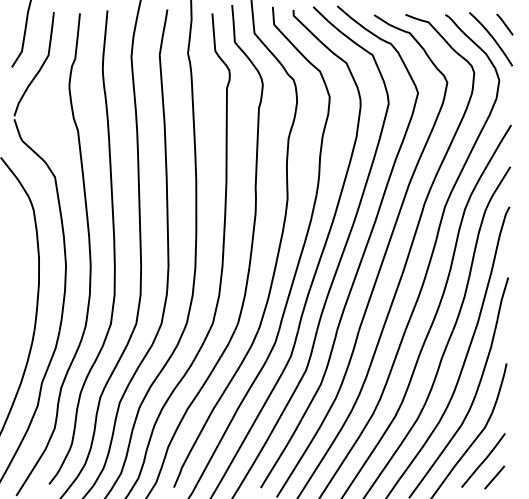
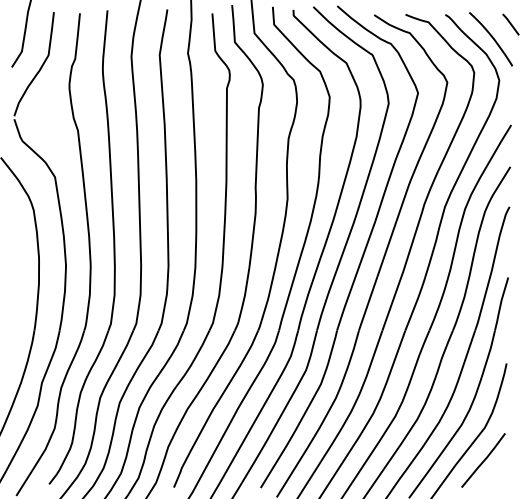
line at (504, 24) position: (504, 24) -> (510, 24)
line at (494, 477): present -> none
